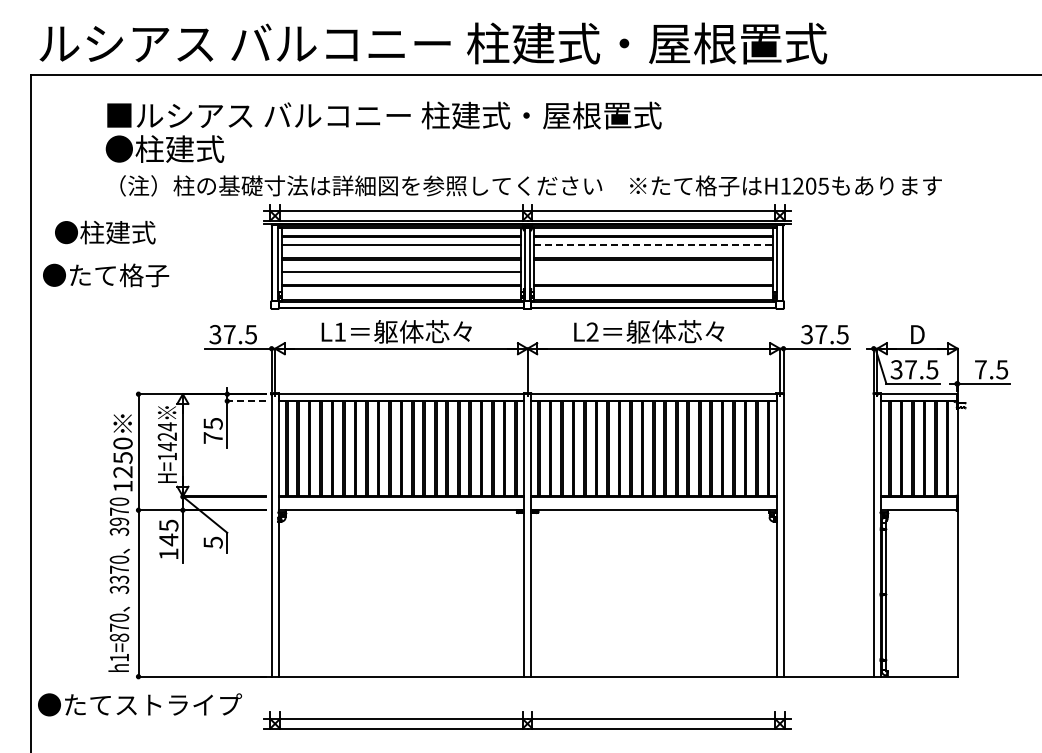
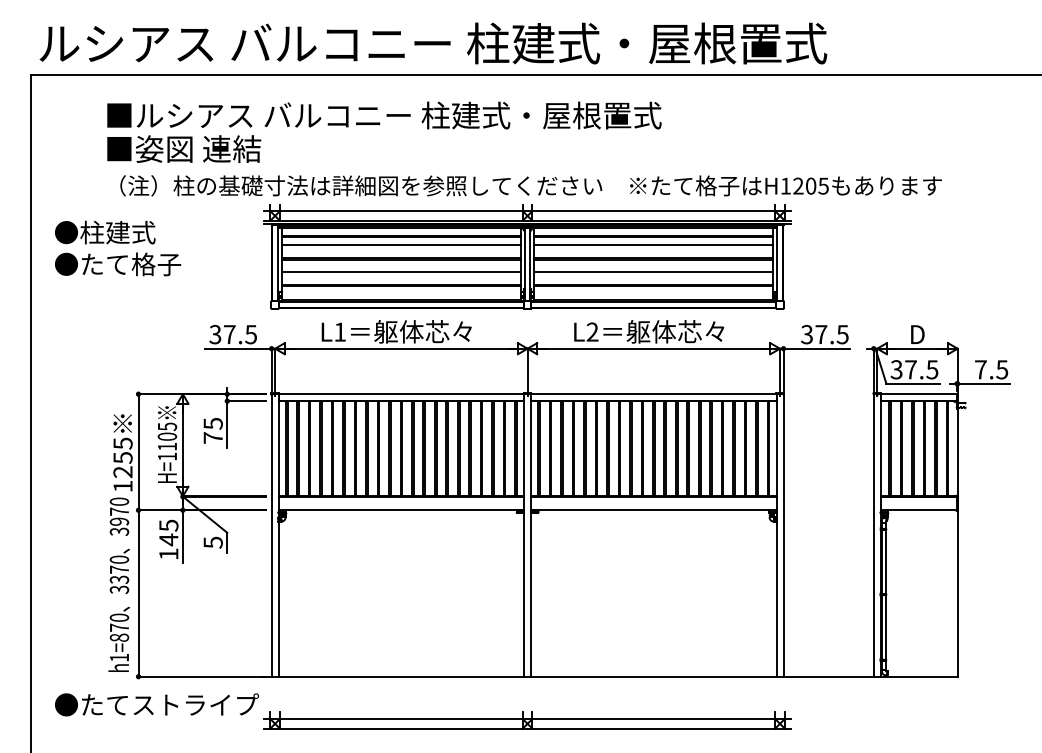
text at (183, 148): ●柱建式 -> ■姿図 連結
line at (653, 245): dashed -> solid
line at (653, 271): none -> present
text at (106, 275) position: (106, 275) -> (118, 264)
line at (246, 401): dashed -> solid
text at (167, 436): H=1424 -> H=1105
text at (122, 443): 1250 -> 1255
text at (139, 704) position: (139, 704) -> (156, 704)
